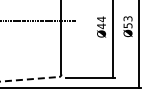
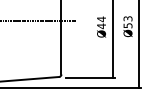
line at (30, 79): dashed -> solid
